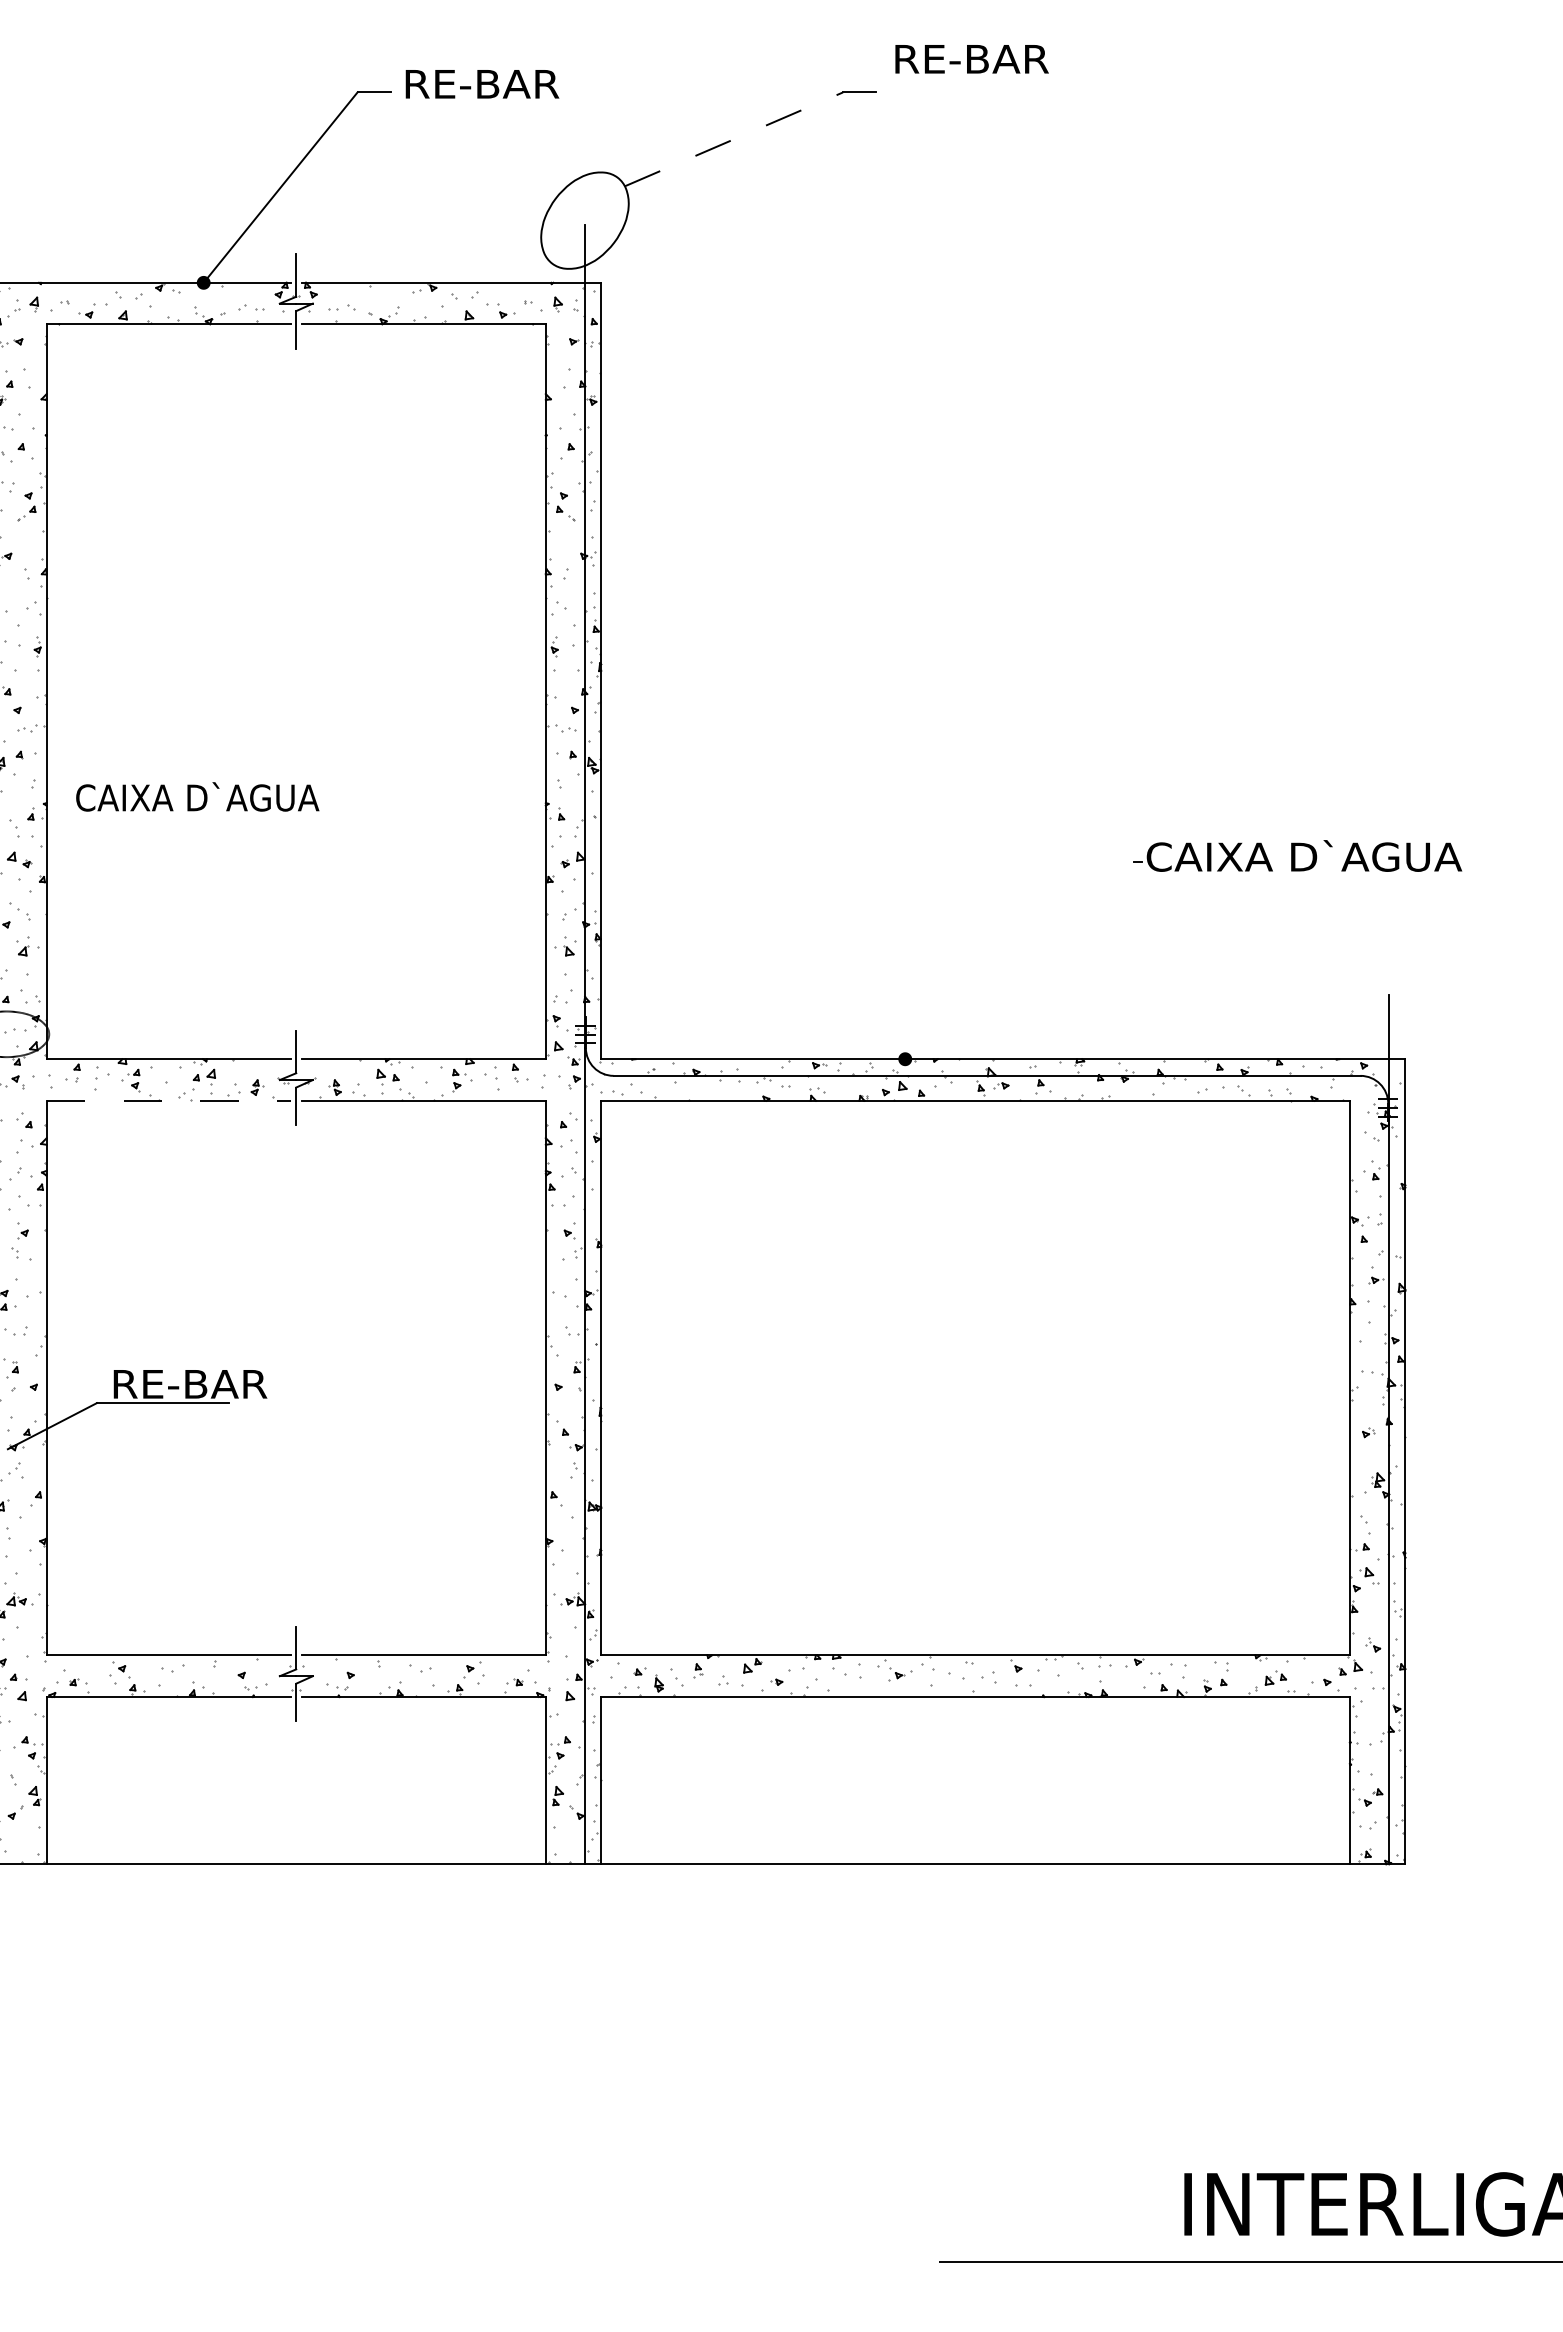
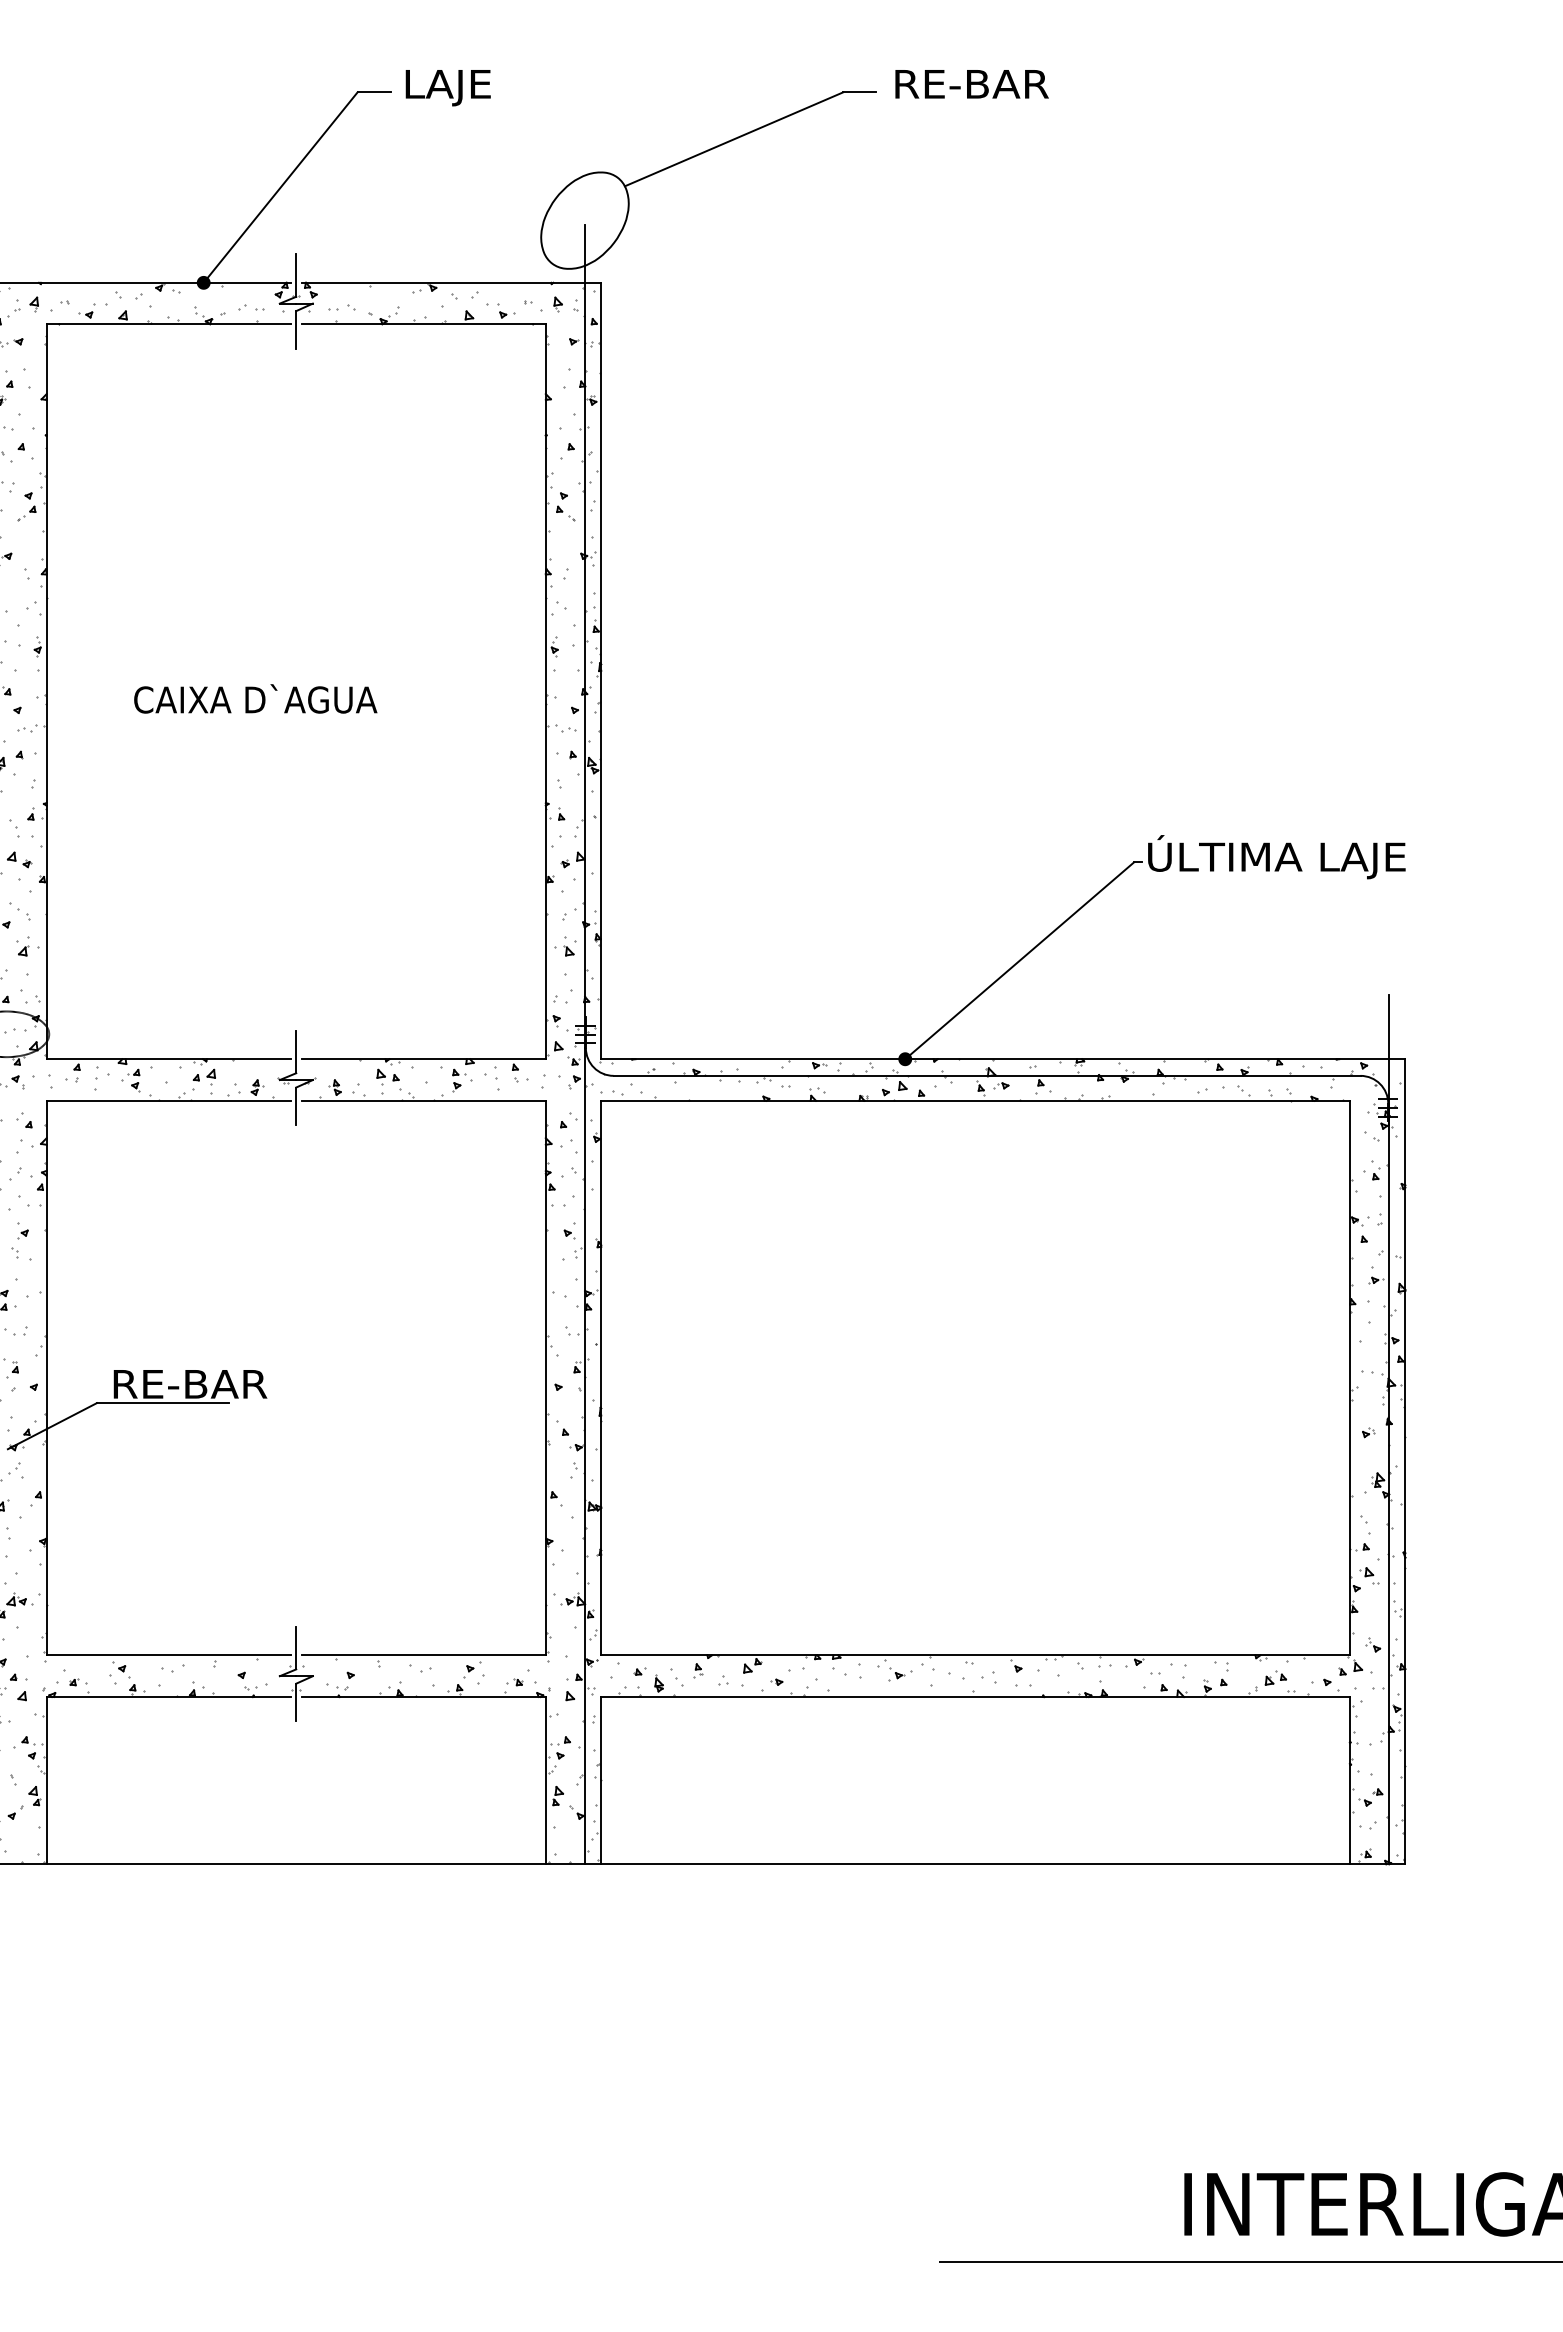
text at (971, 59) position: (971, 59) -> (971, 84)
text at (484, 88): RE-BAR -> LAJE
line at (733, 139): dashed -> solid
text at (197, 796) position: (197, 796) -> (255, 698)
text at (1304, 857): CAIXA D`AGUA -> ÚLTIMA LAJE
line at (1019, 960): none -> present
line at (169, 1100): dashed -> solid
